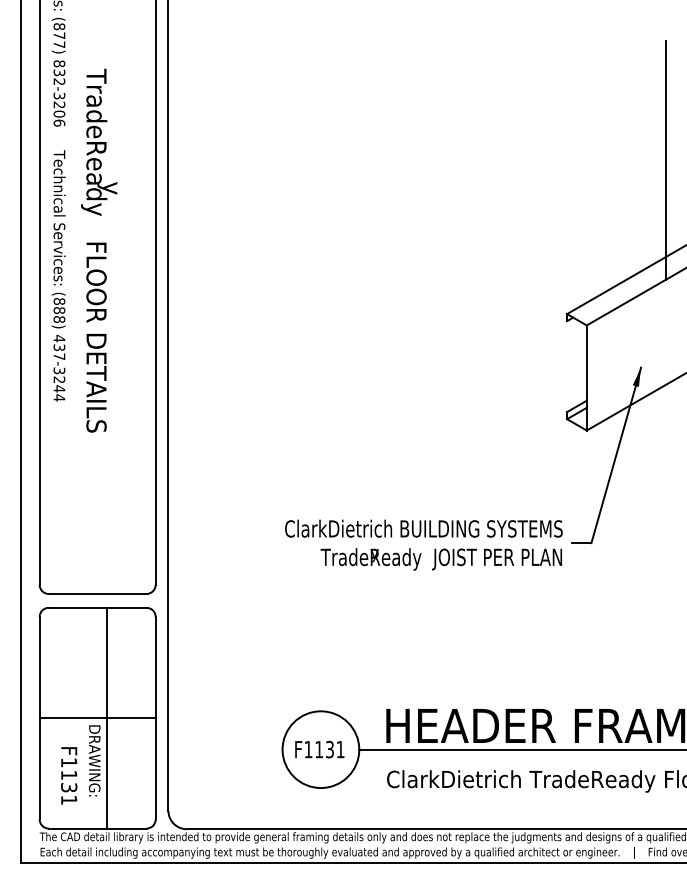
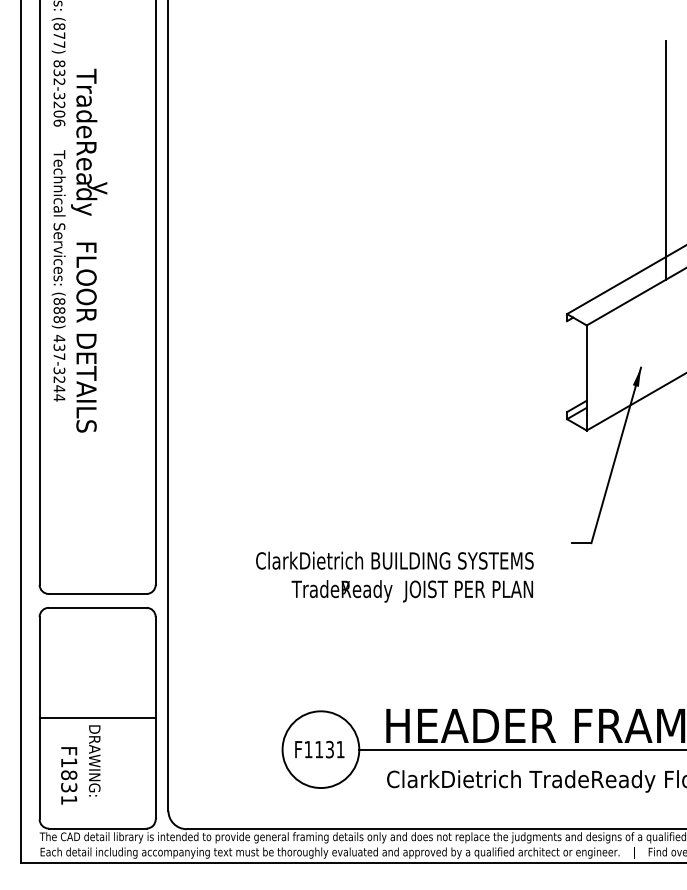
text at (99, 250) position: (99, 250) -> (89, 250)
text at (423, 544) position: (423, 544) -> (394, 576)
line at (106, 717): present -> none
text at (69, 775): F1131 -> F1831
